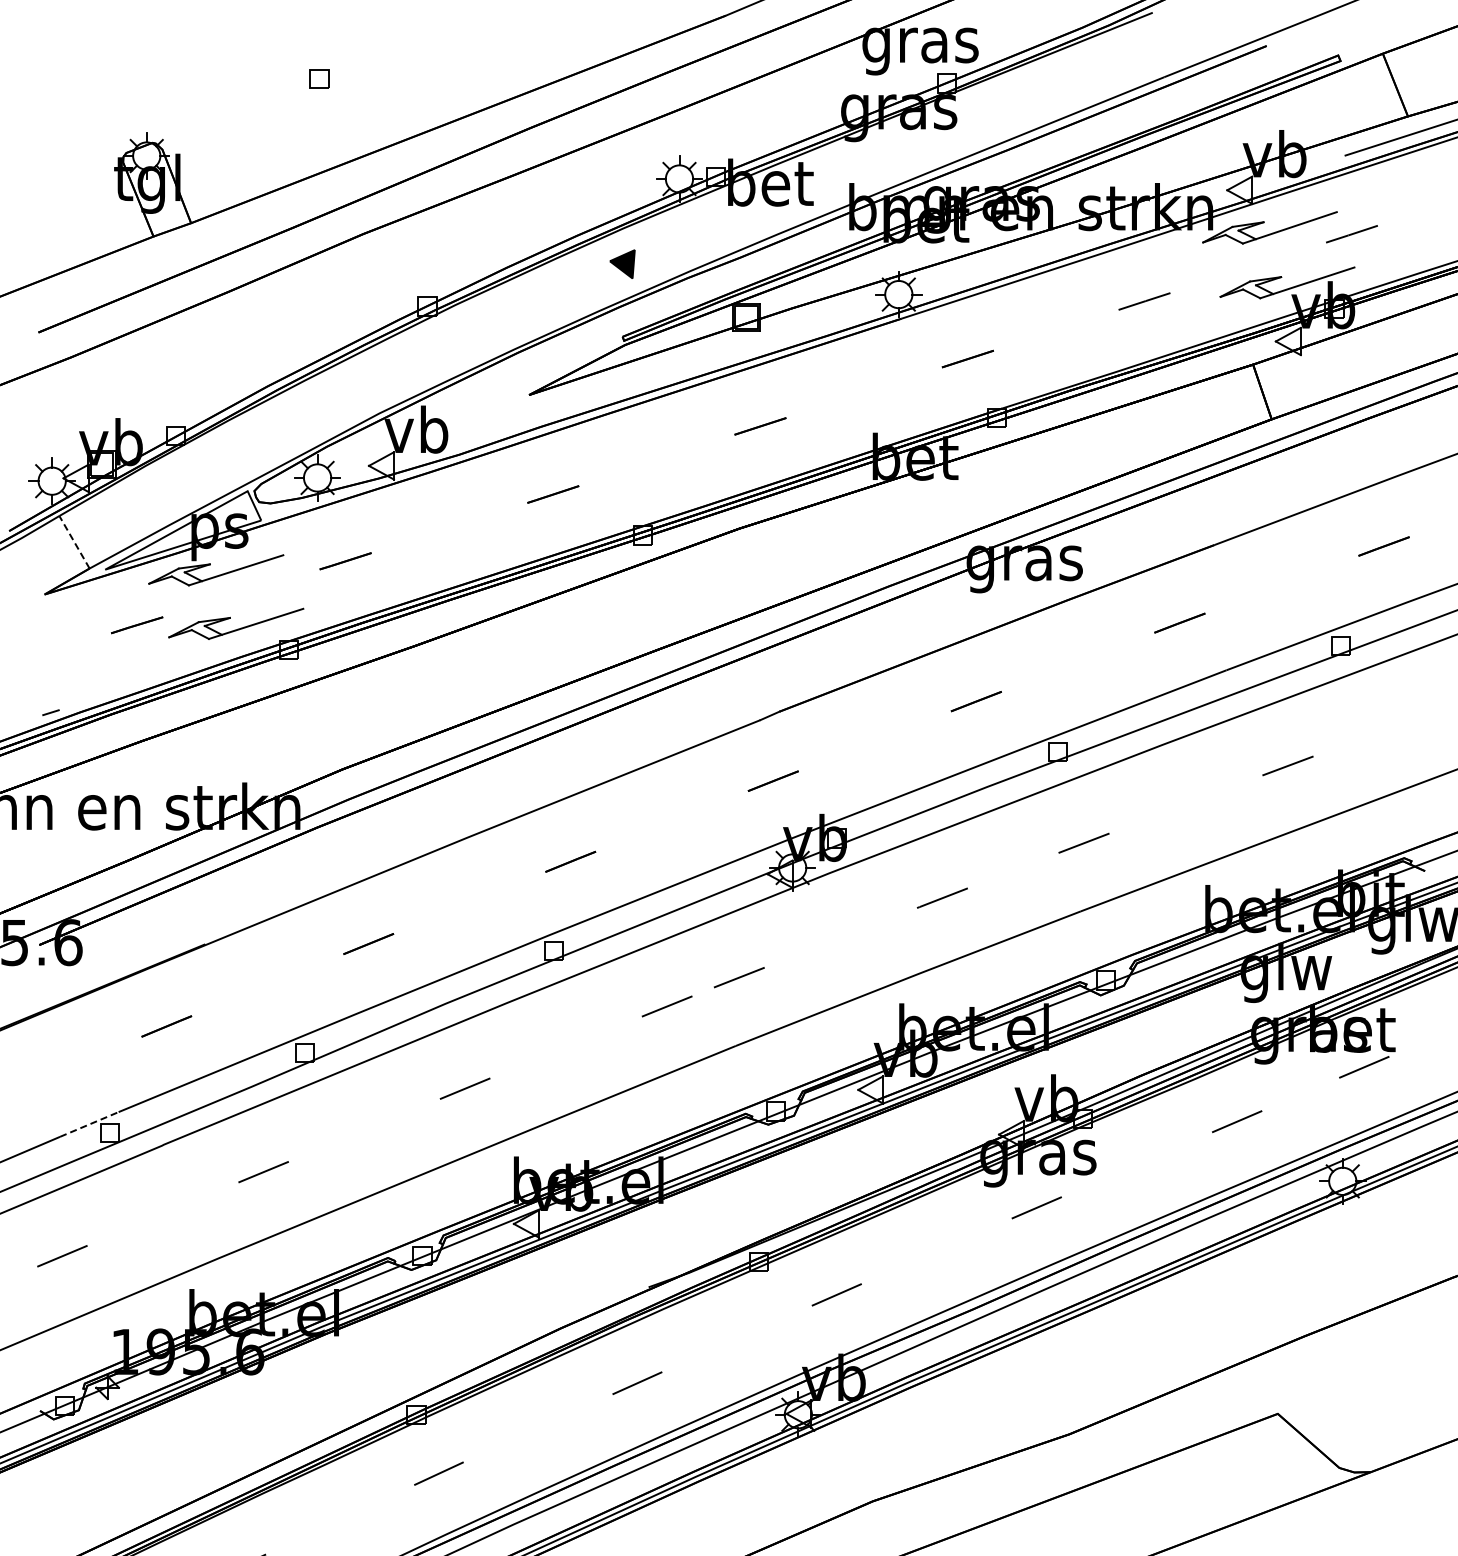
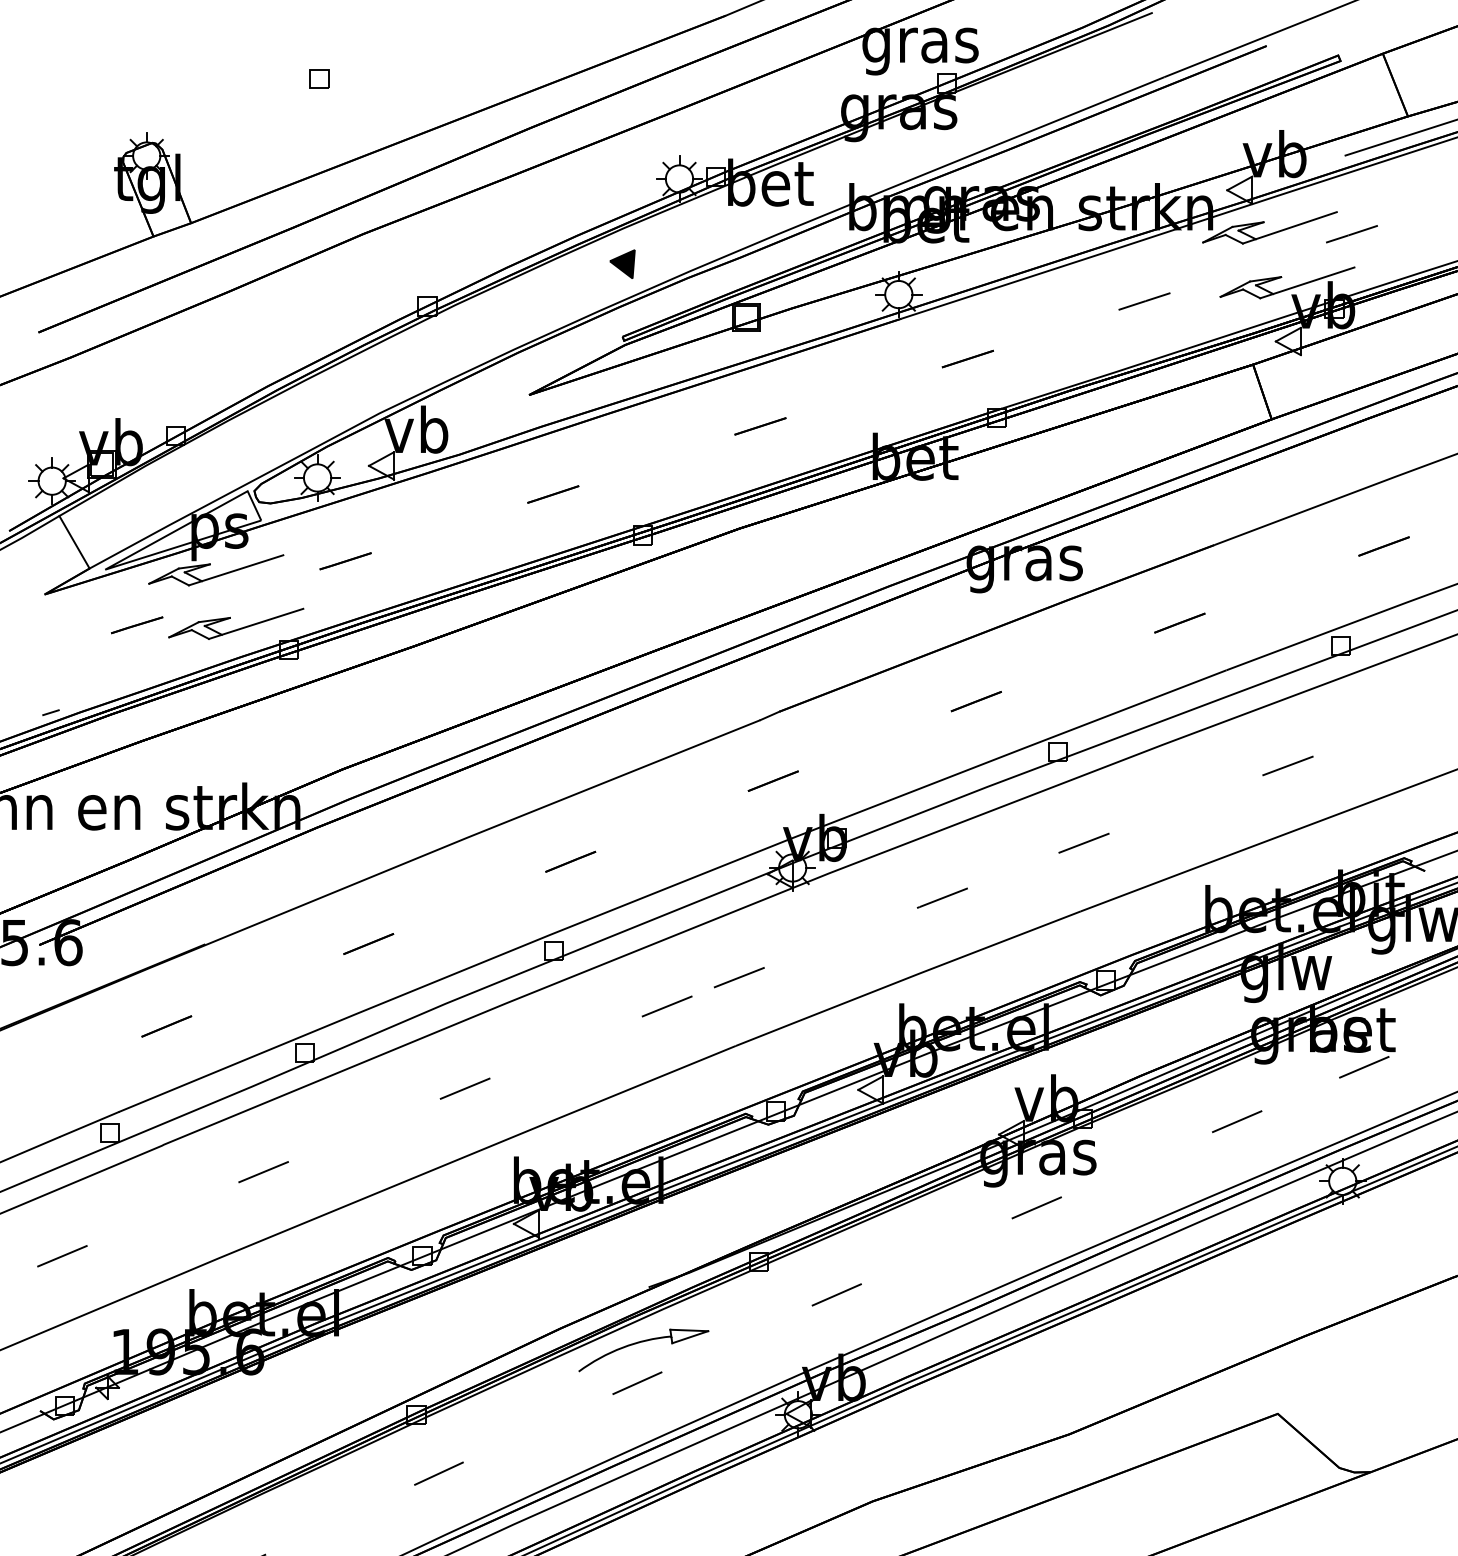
line at (74, 541): dashed -> solid
line at (89, 1124): dashed -> solid
part at (643, 1342): none -> present
